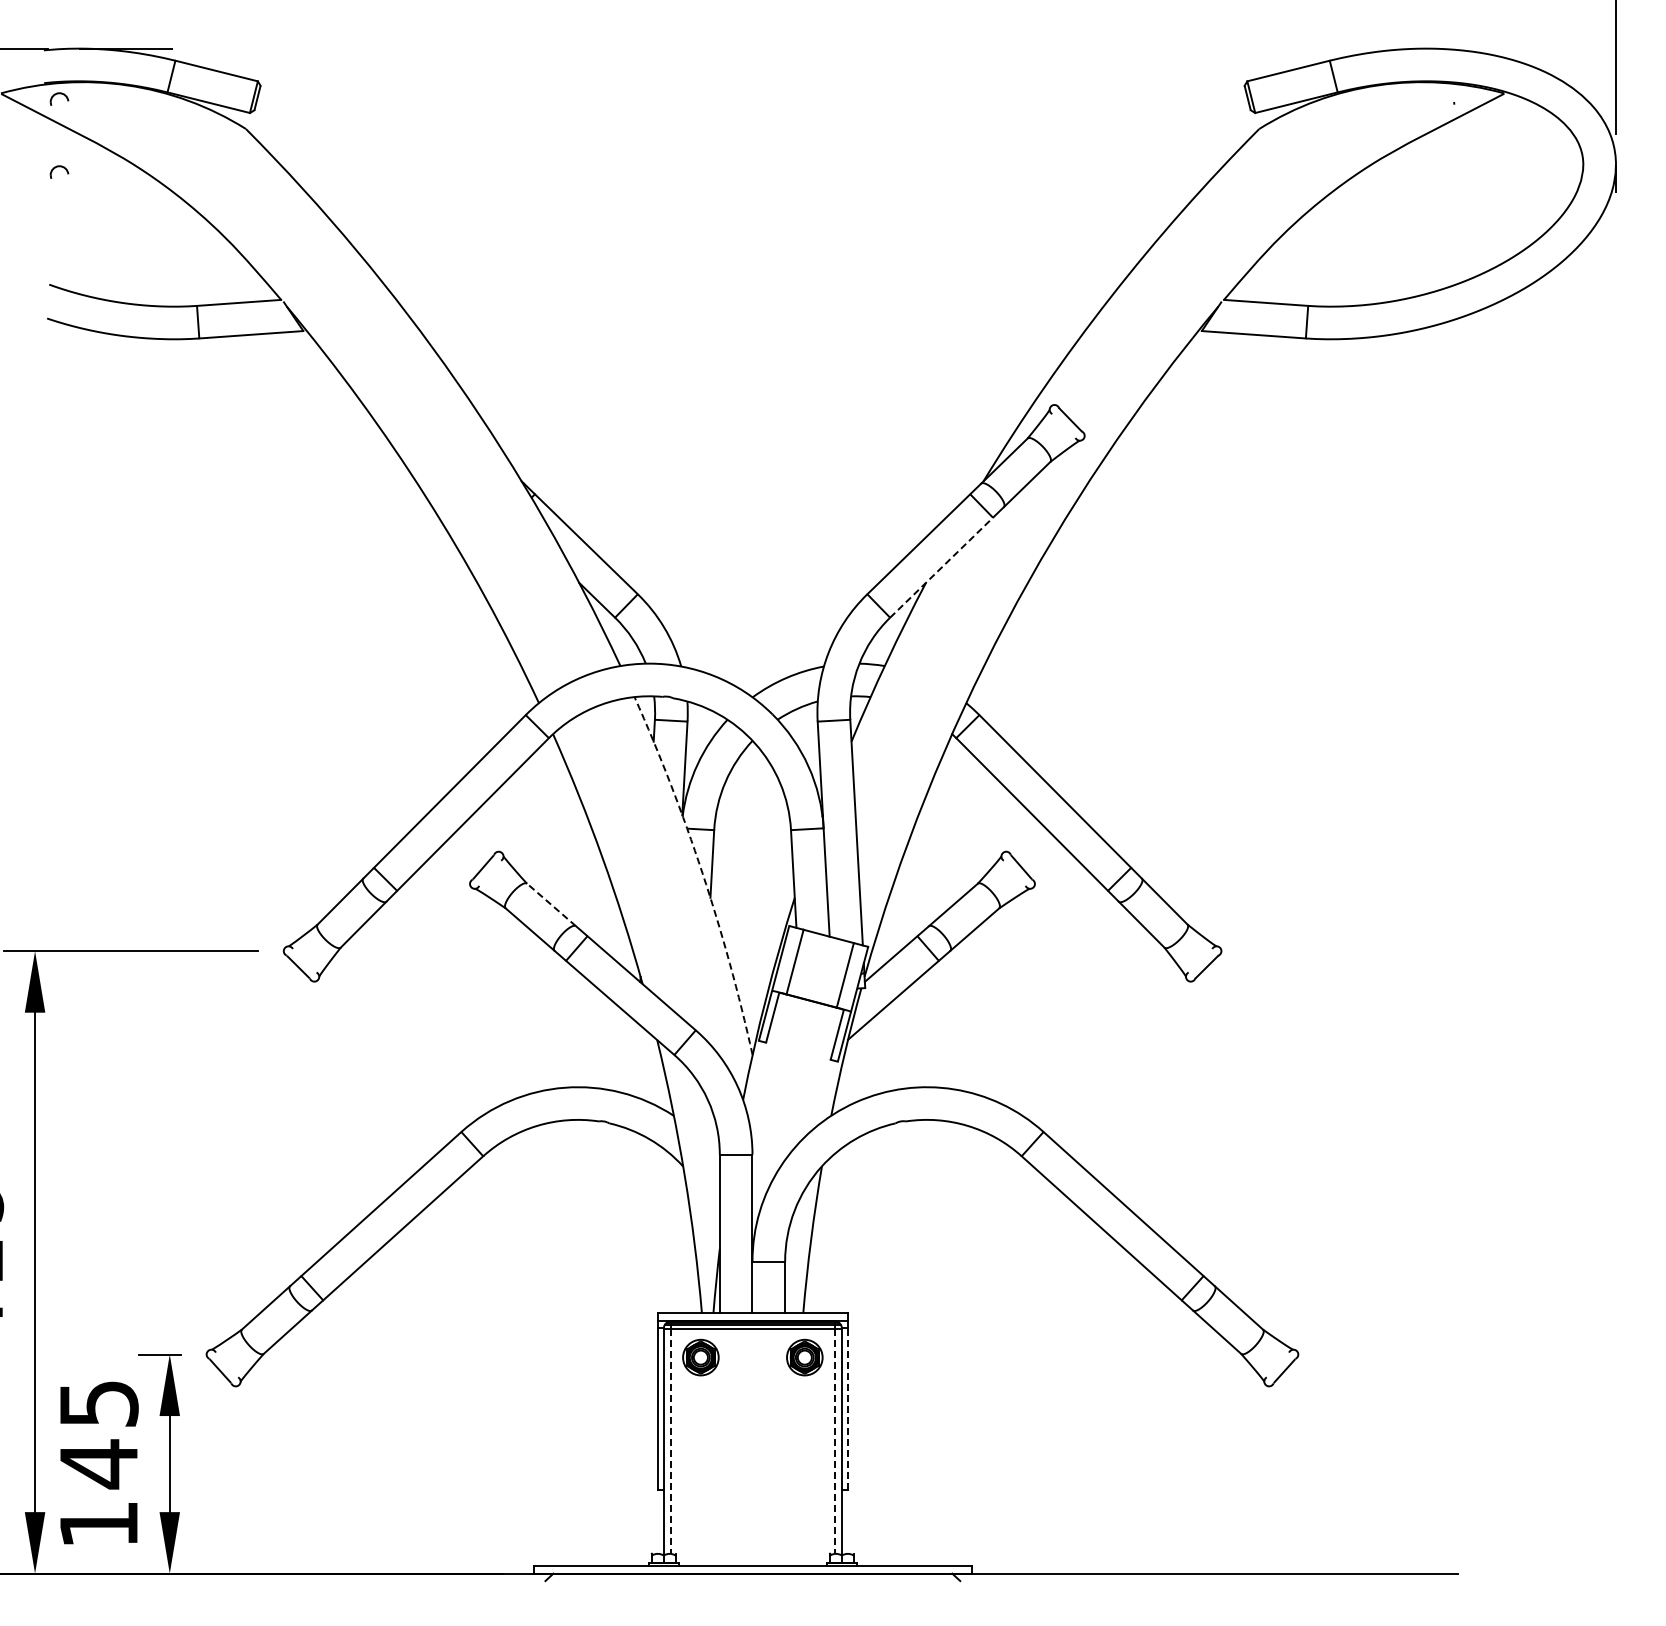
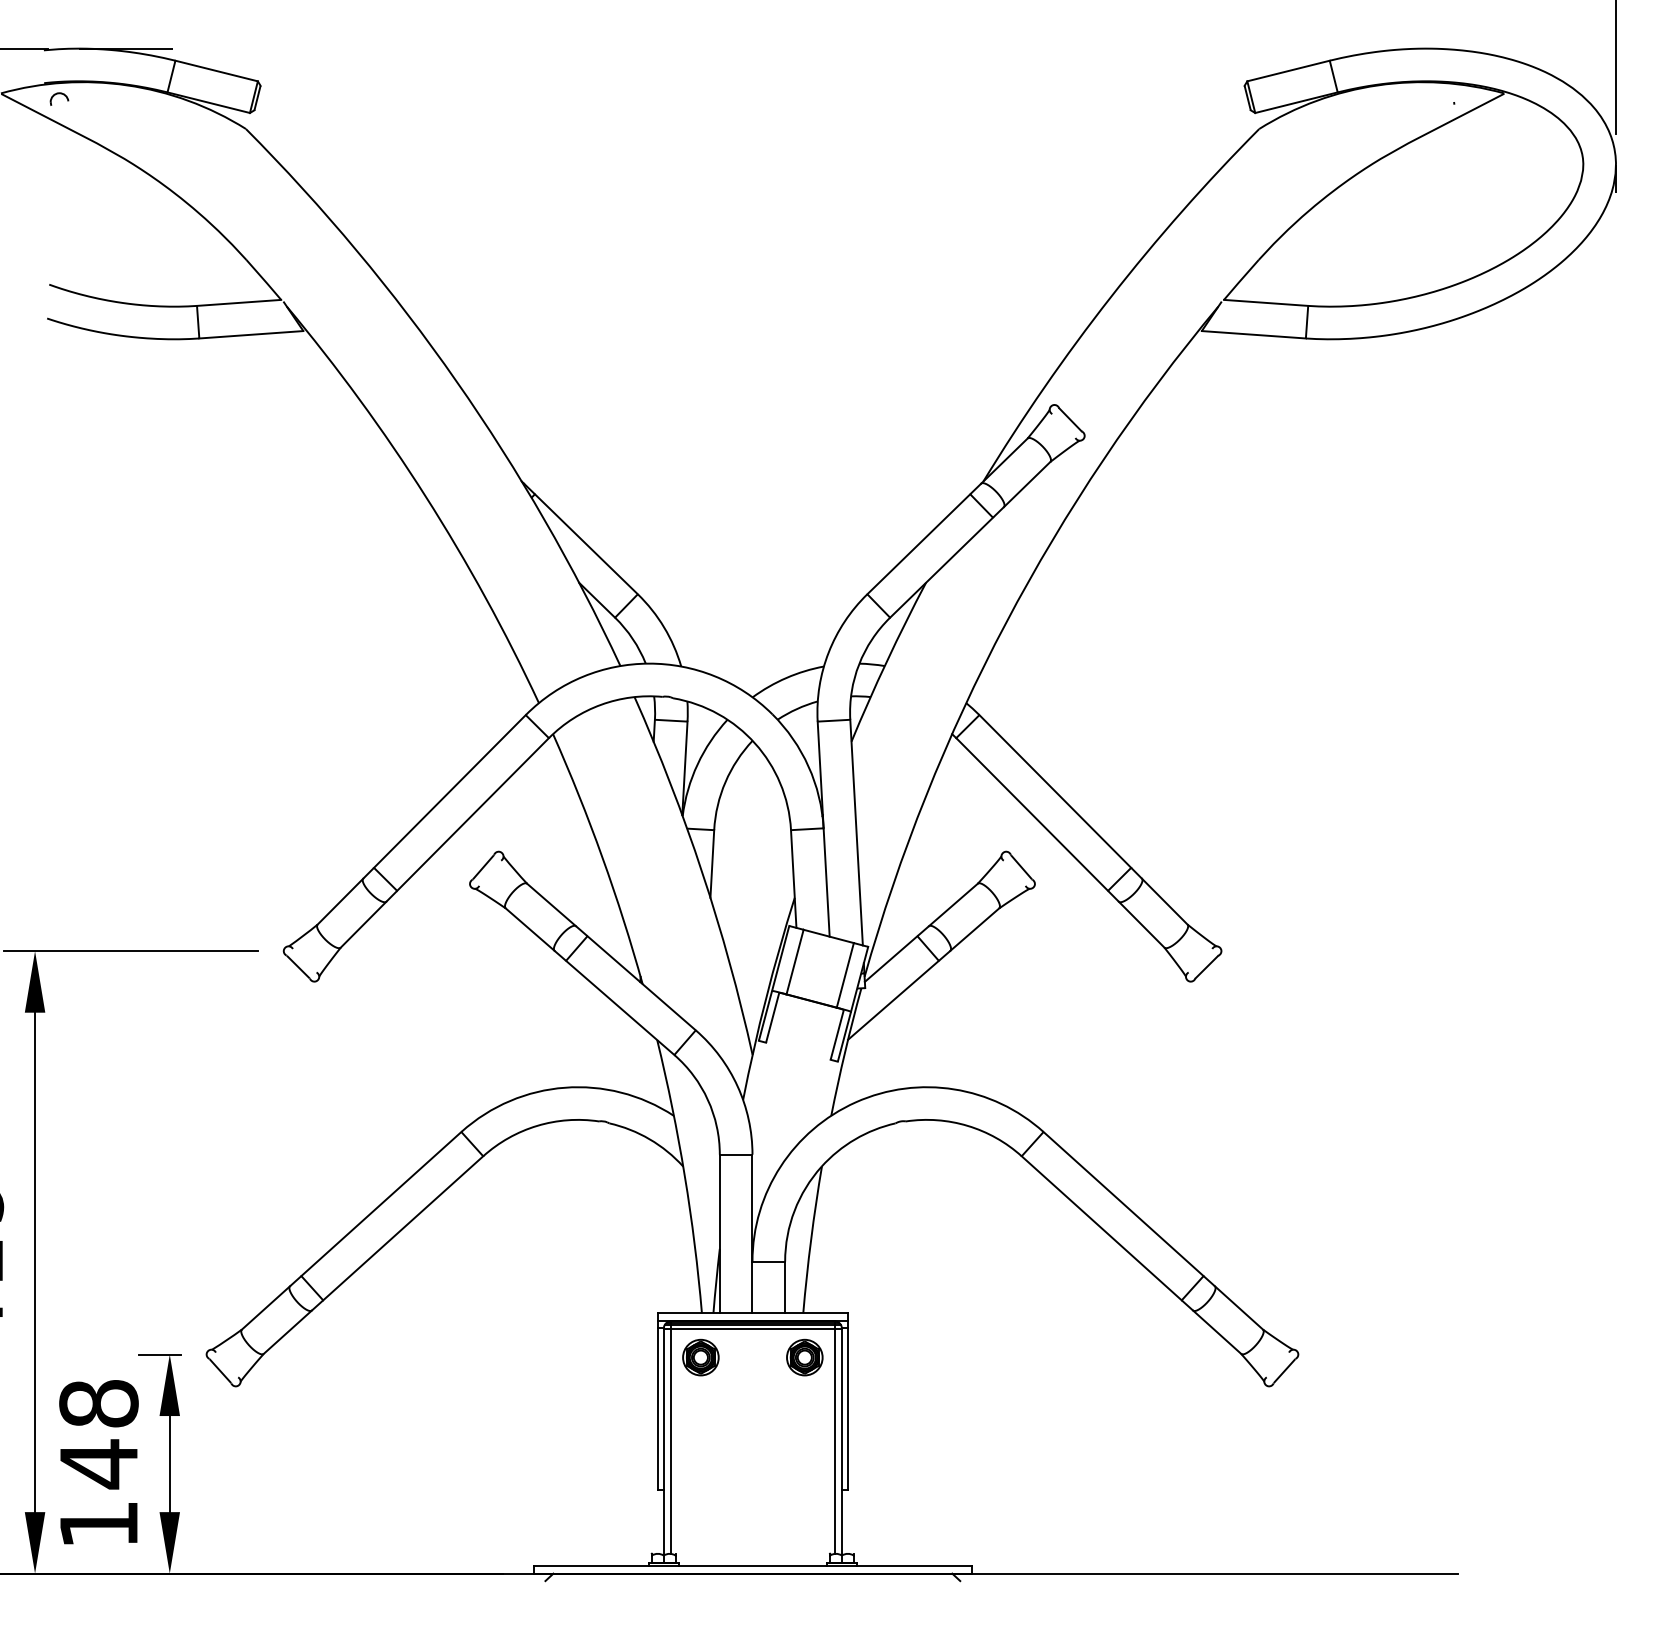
part at (59, 171): present -> none
line at (941, 567): dashed -> solid
arc at (702, 873): dashed -> solid
line at (551, 904): dashed -> solid
text at (98, 1403): 145 -> 148
line at (847, 1409): dashed -> solid
line at (671, 1441): dashed -> solid
line at (834, 1441): dashed -> solid
